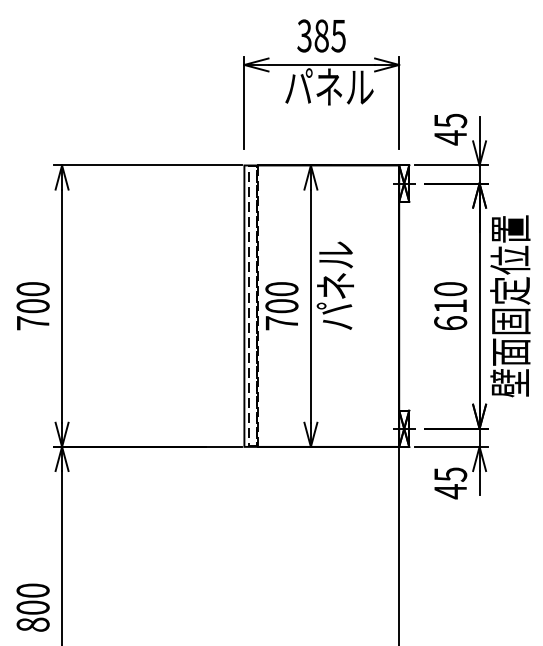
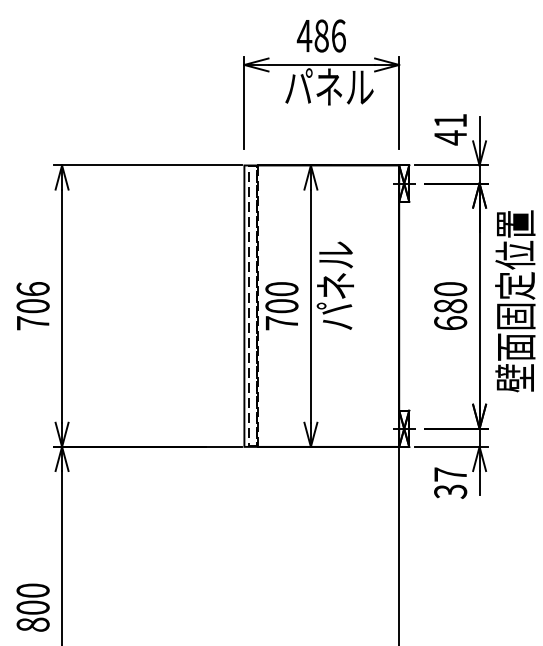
text at (320, 35): 385 -> 486
text at (450, 120): 45 -> 41
text at (32, 289): 700 -> 706
text at (450, 306): 610 -> 680
text at (510, 306) position: (510, 306) -> (515, 301)
text at (450, 483): 45 -> 37
